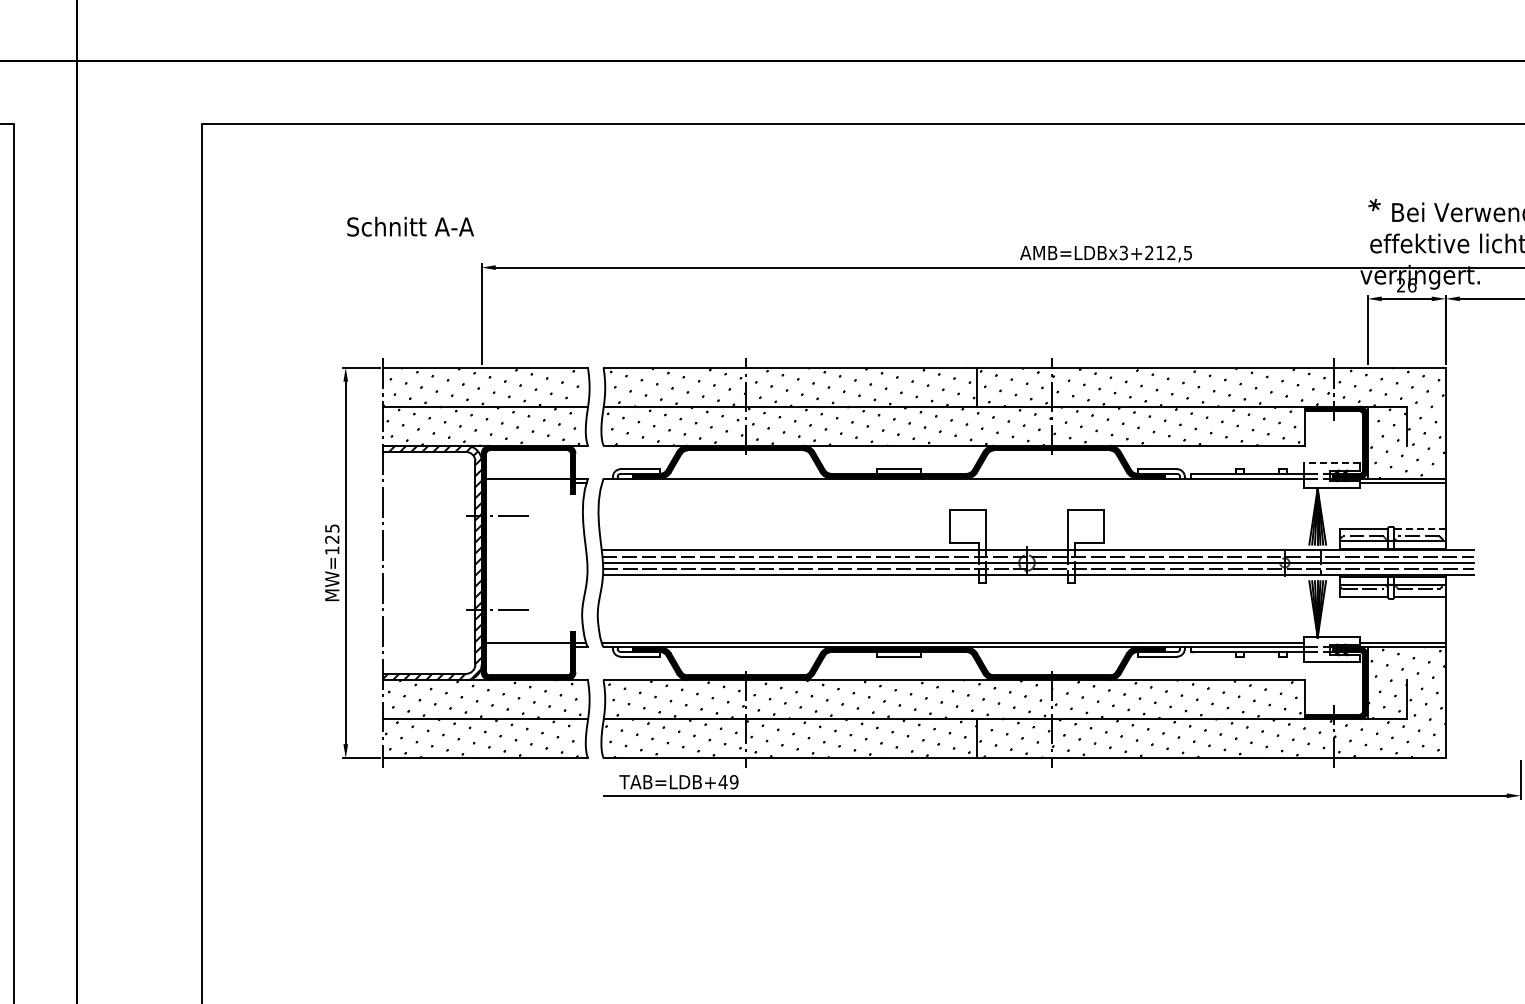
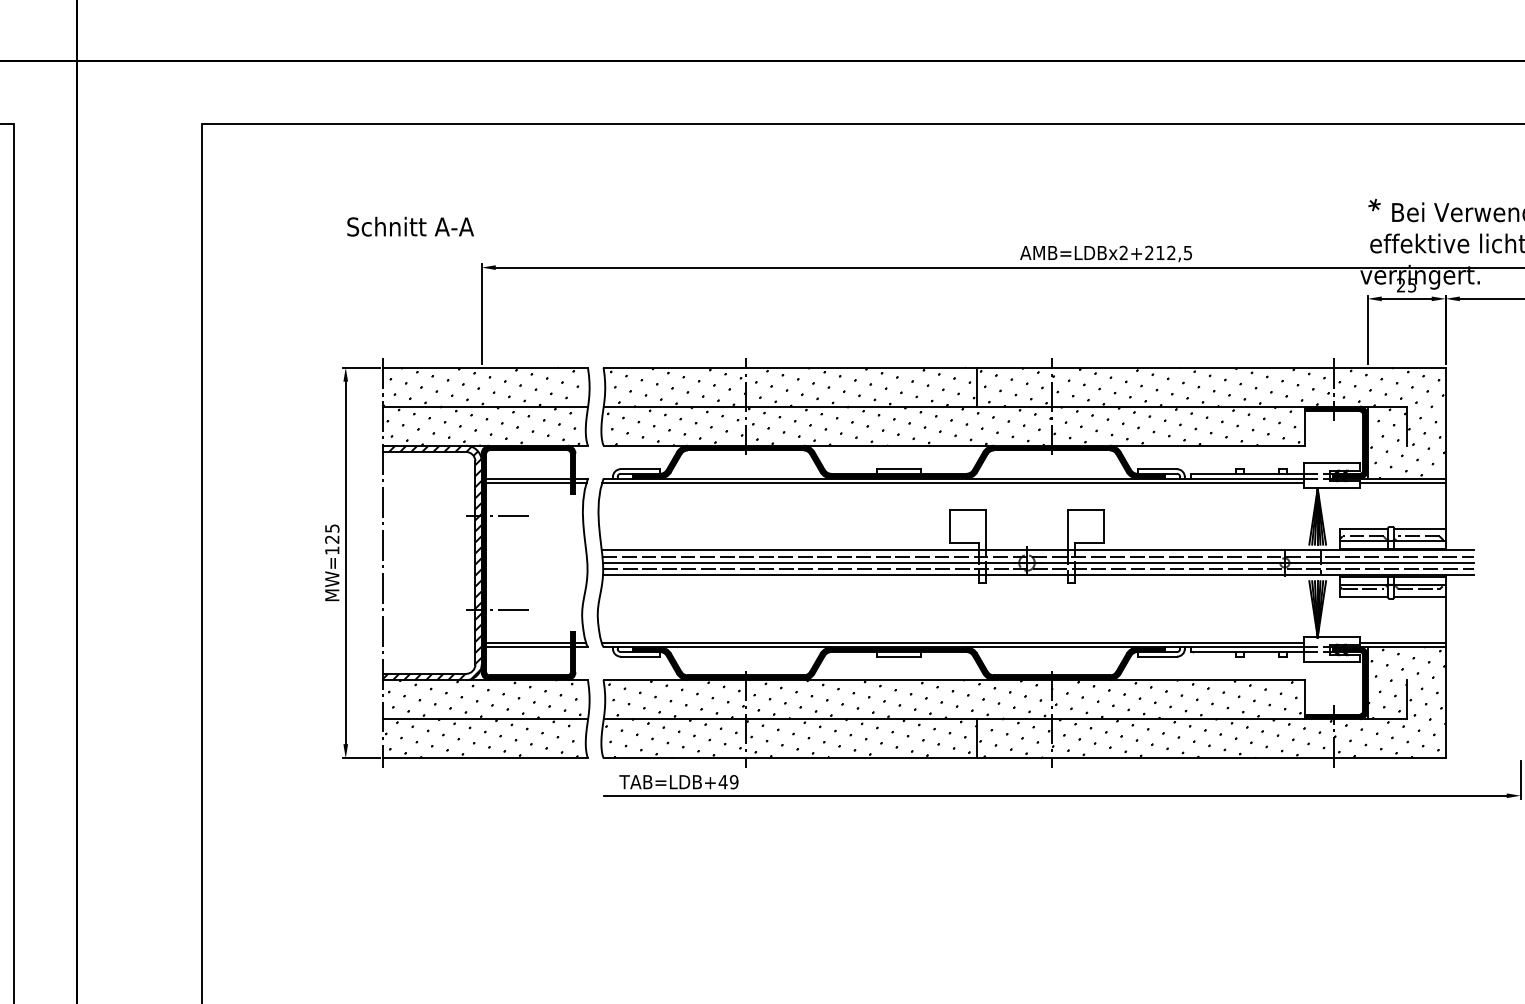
text at (1123, 253): AMB=LDBx3+212,5 -> AMB=LDBx2+212,5
text at (1412, 285): 26 -> 25
line at (1331, 463): dashed -> solid
line at (528, 483): none -> present
line at (952, 483): none -> present
line at (1420, 529): dashed -> solid
line at (528, 647): none -> present
